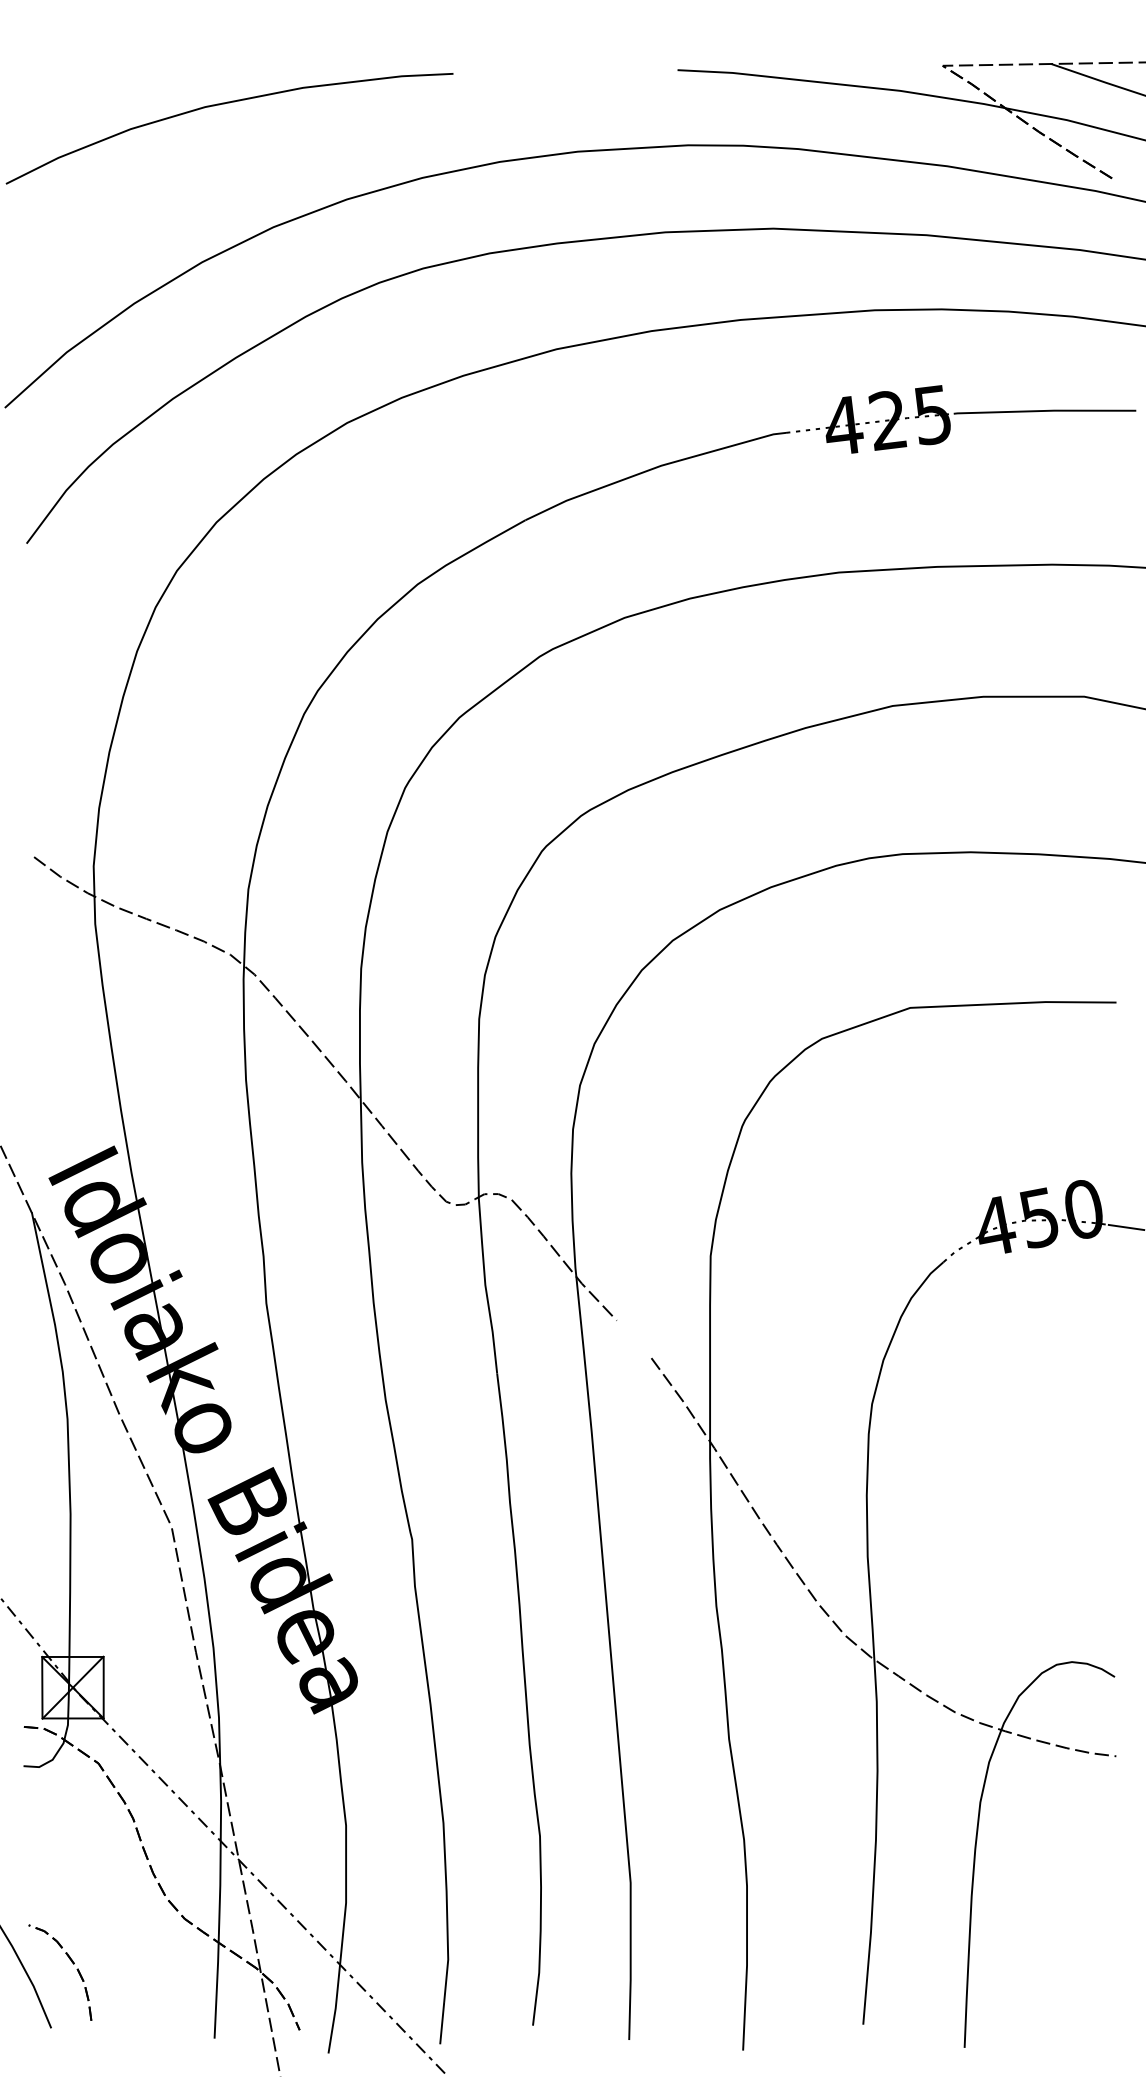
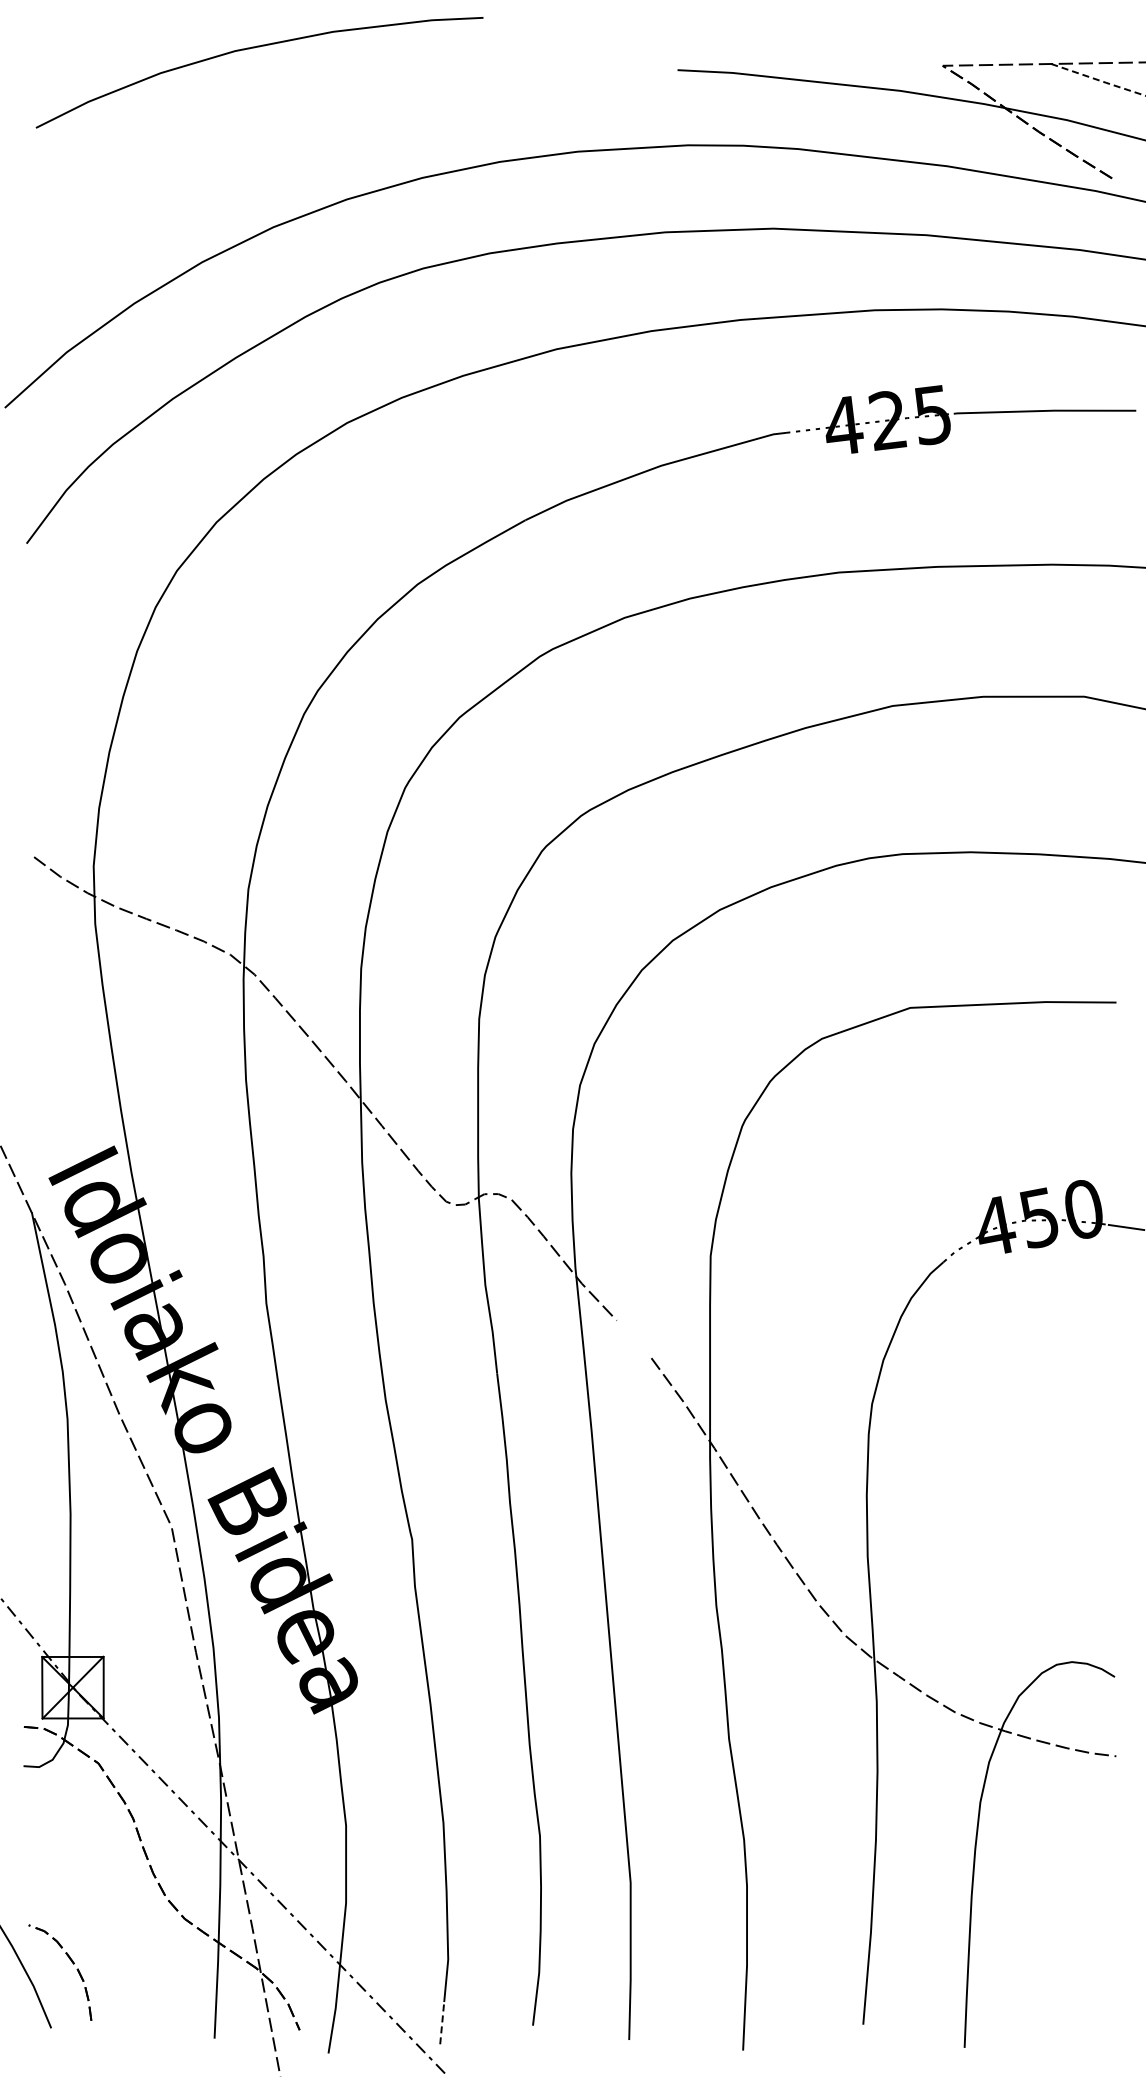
line at (1099, 80): solid -> dashed
curve at (224, 104) position: (224, 104) -> (254, 48)
line at (442, 2022): solid -> dashed
